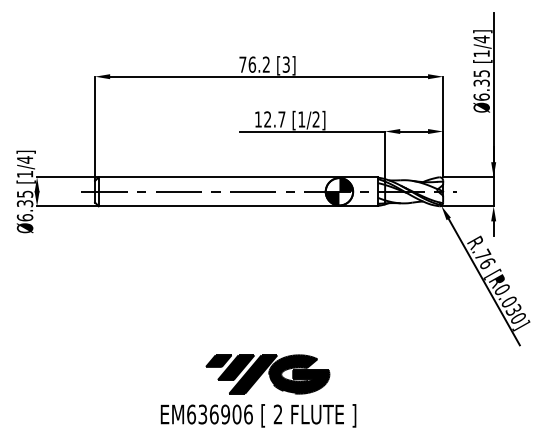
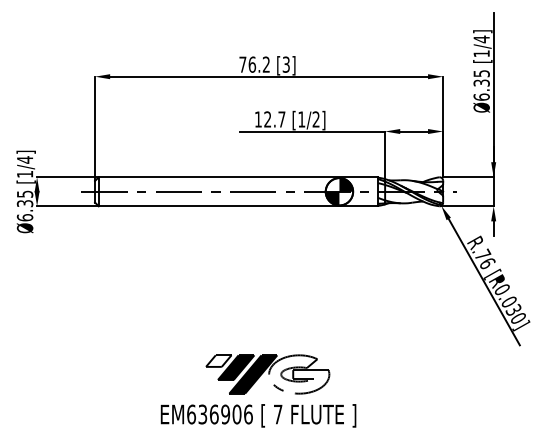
fill at (218, 360): present -> none
fill at (299, 374): present -> none
text at (277, 414): 2 -> 7
